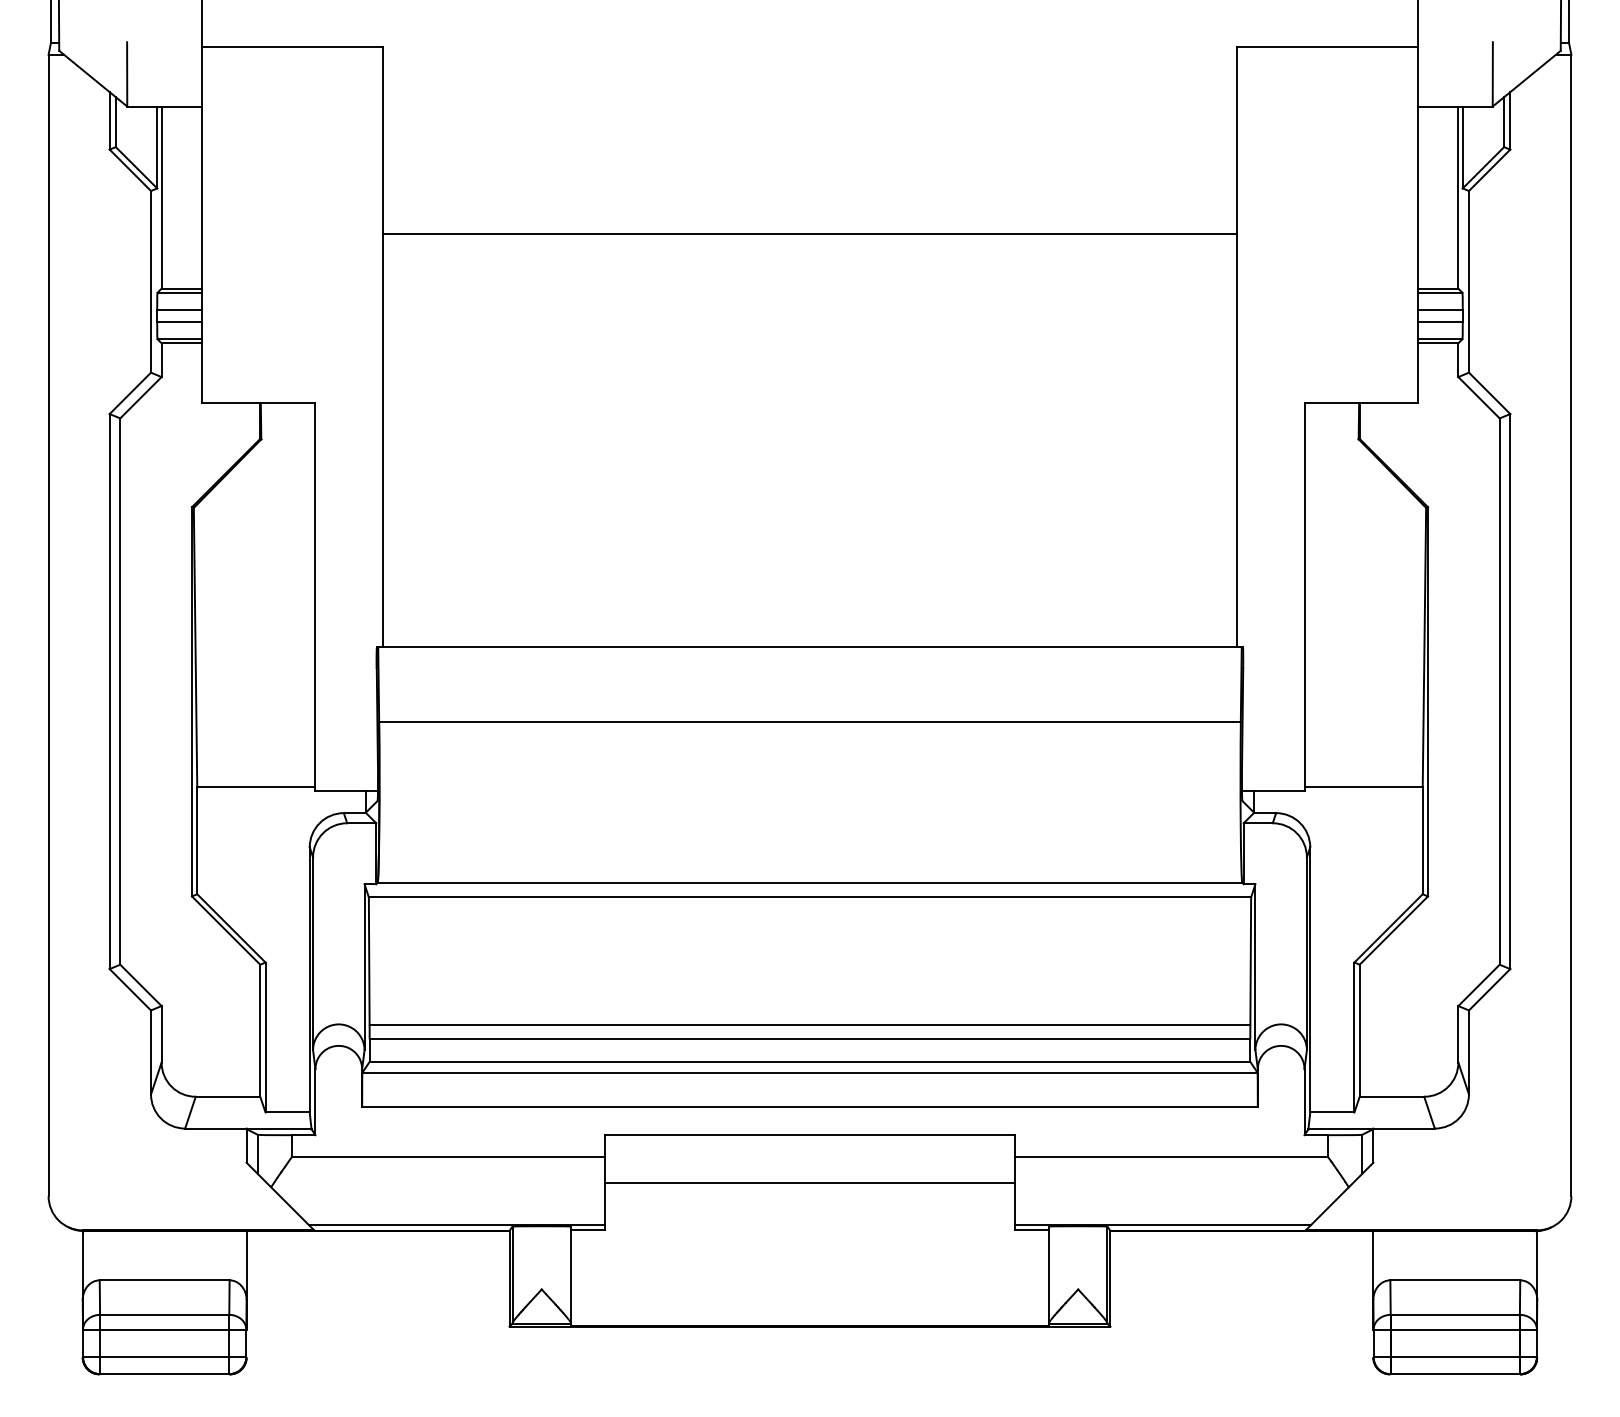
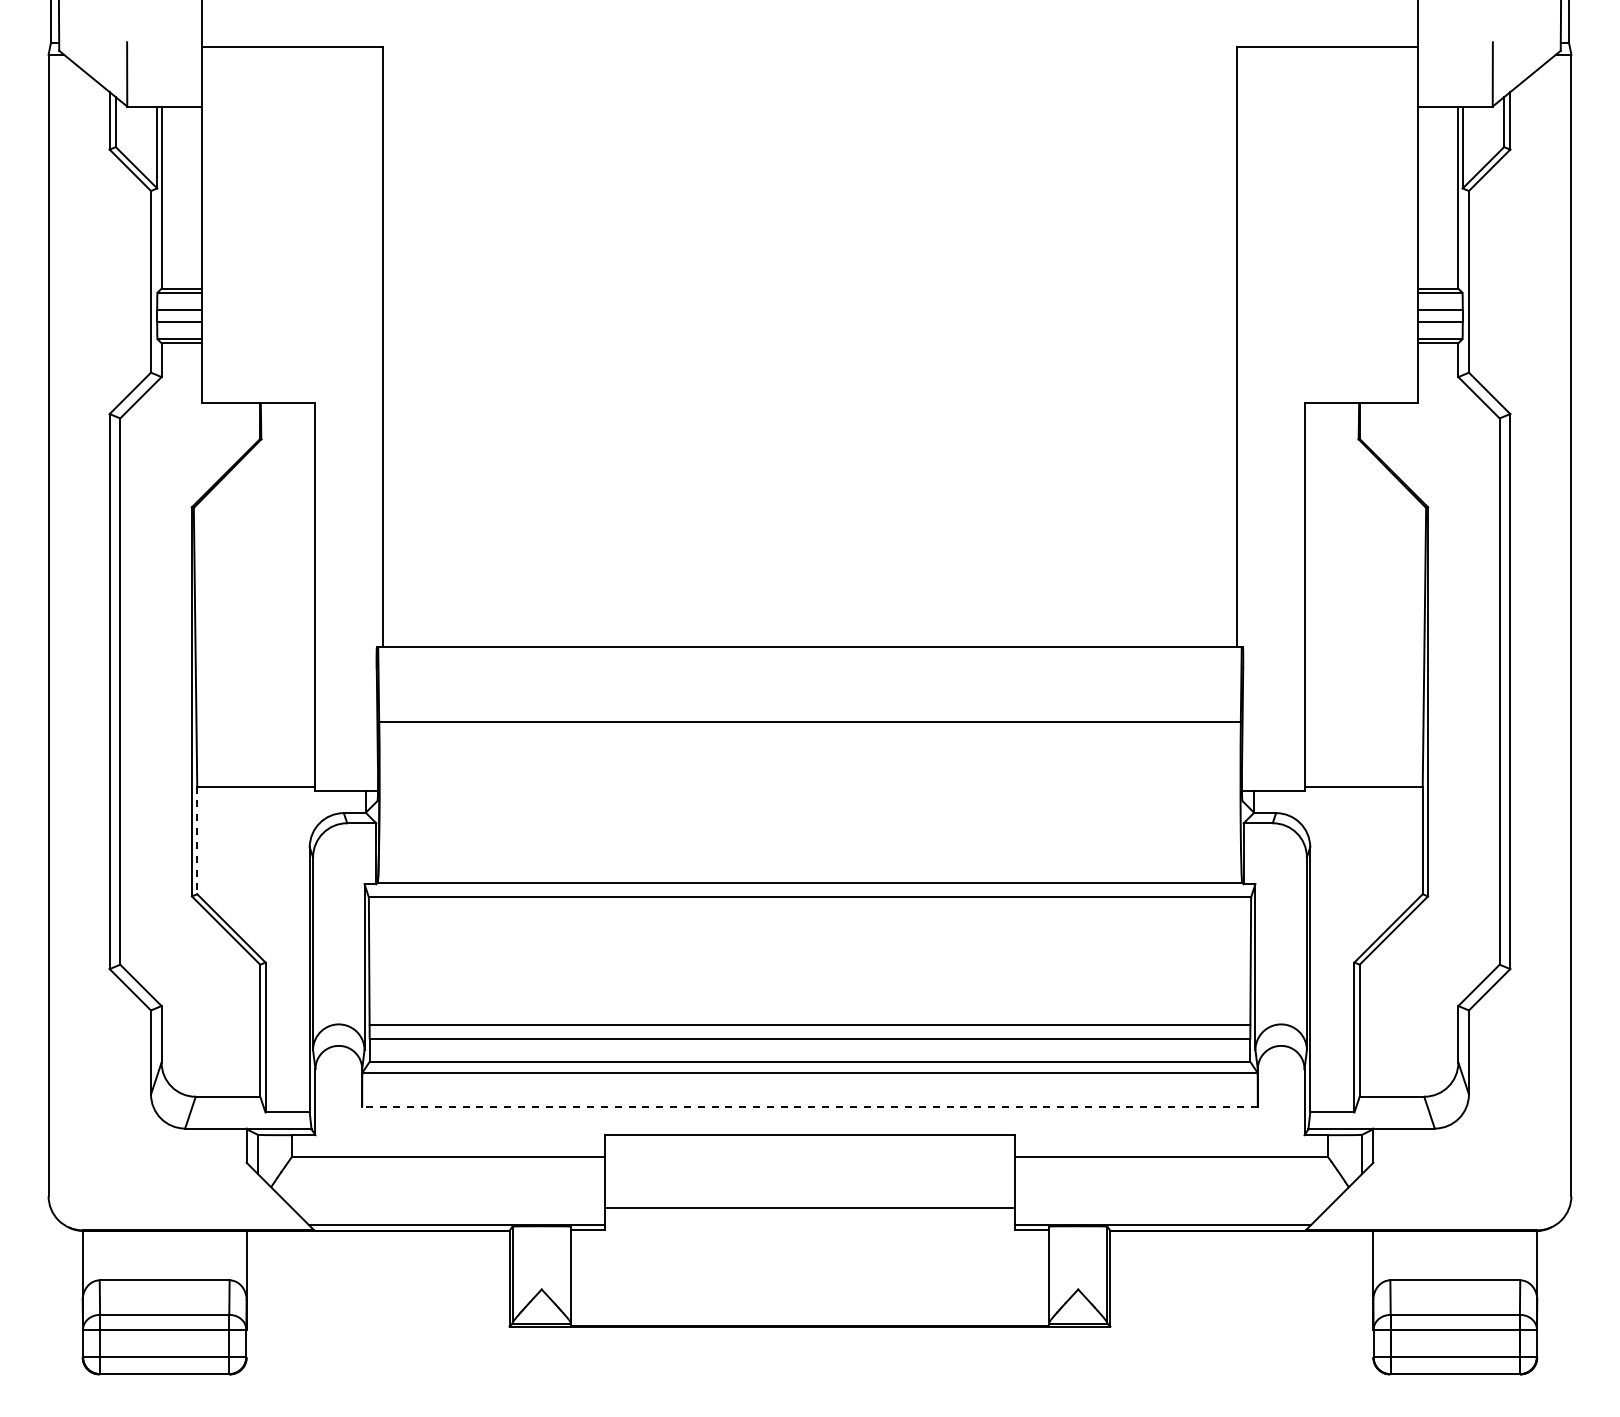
line at (809, 234): present -> none
line at (197, 840): solid -> dashed
line at (810, 1106): solid -> dashed
line at (809, 1183) position: (809, 1183) -> (809, 1208)
